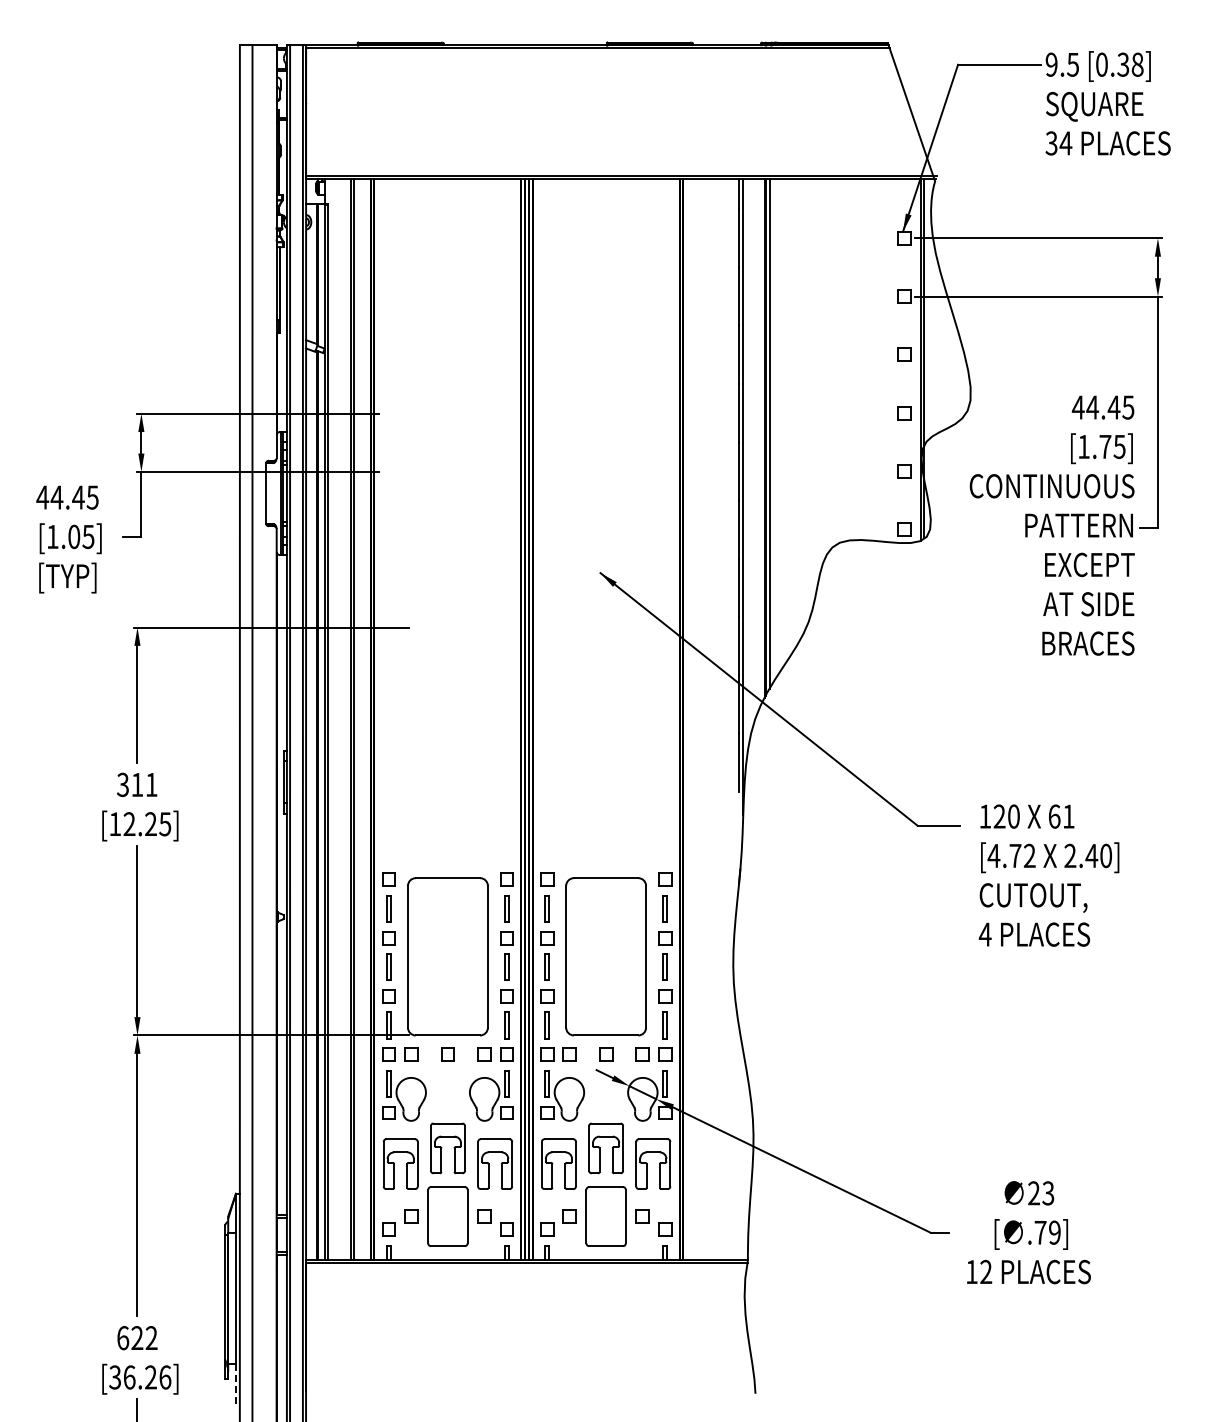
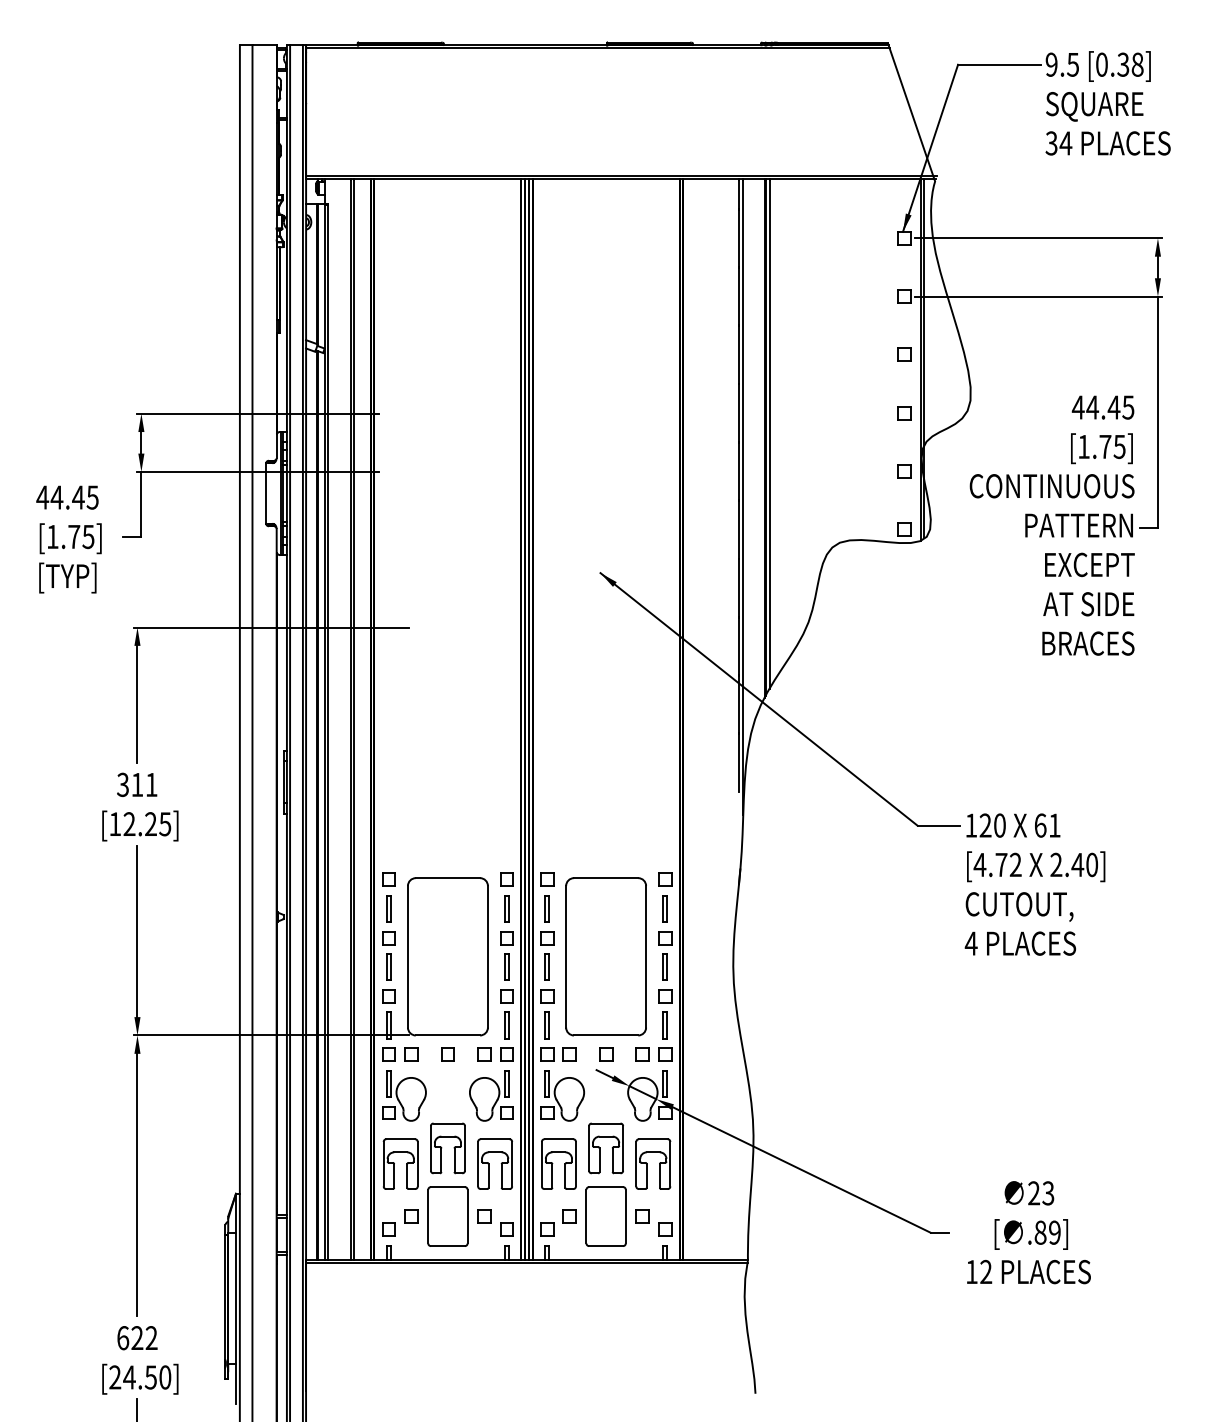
text at (74, 536): [1.05] -> [1.75]
text at (1048, 875) position: (1048, 875) -> (1034, 884)
text at (1040, 1232): .79] -> .89]
text at (140, 1377): [36.26] -> [24.50]
line at (235, 1383): dashed -> solid
